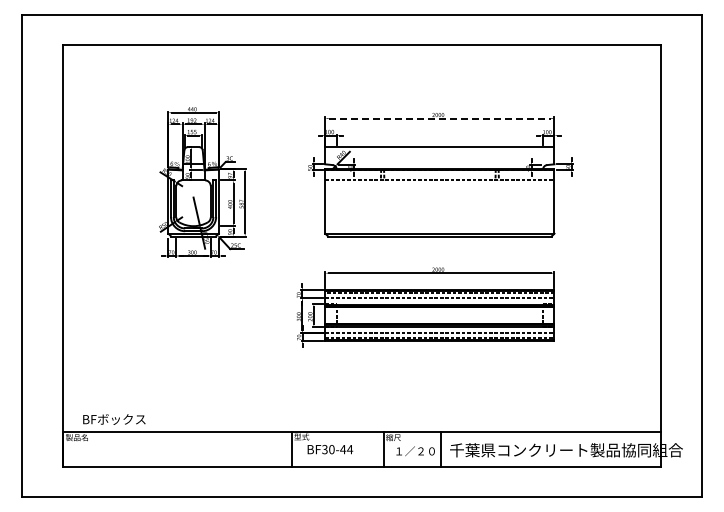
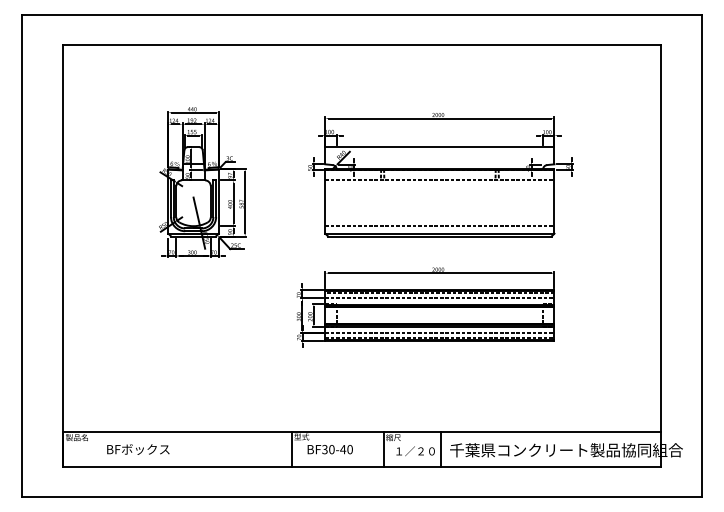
line at (440, 118): dashed -> solid
line at (439, 226): none -> present
text at (114, 419) position: (114, 419) -> (138, 449)
text at (350, 449): BF30-44 -> BF30-40
